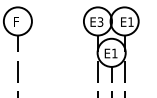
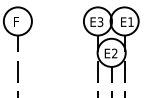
text at (114, 53): E1 -> E2
